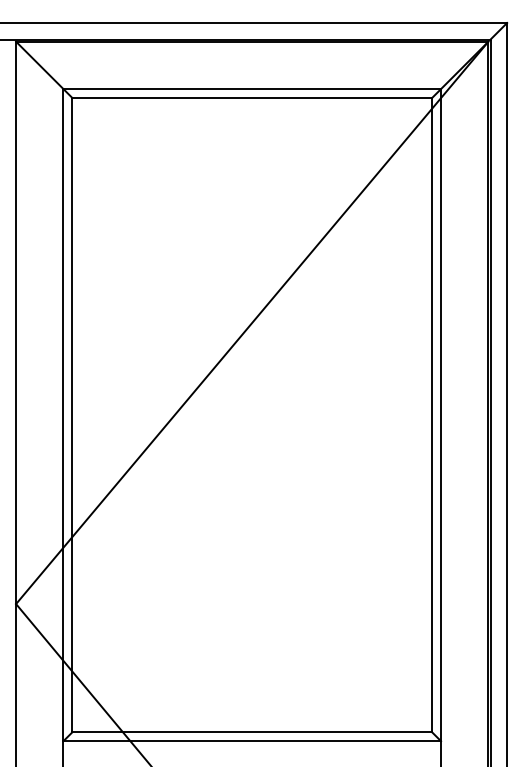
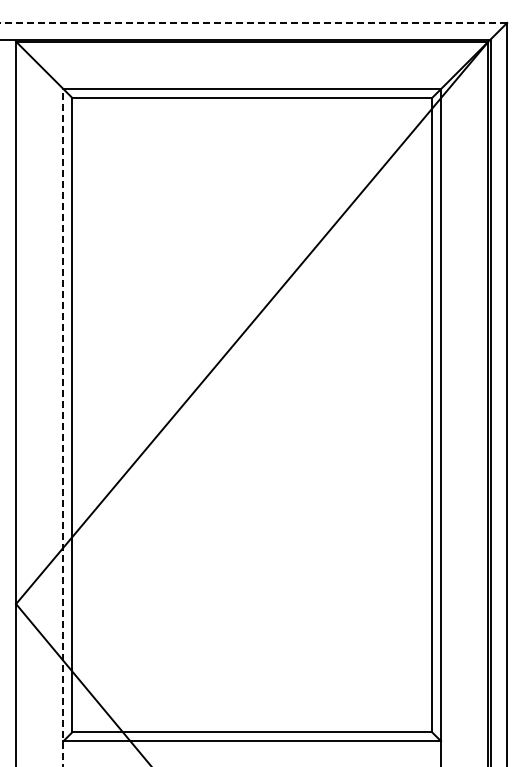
line at (253, 23): solid -> dashed
line at (63, 427): solid -> dashed
